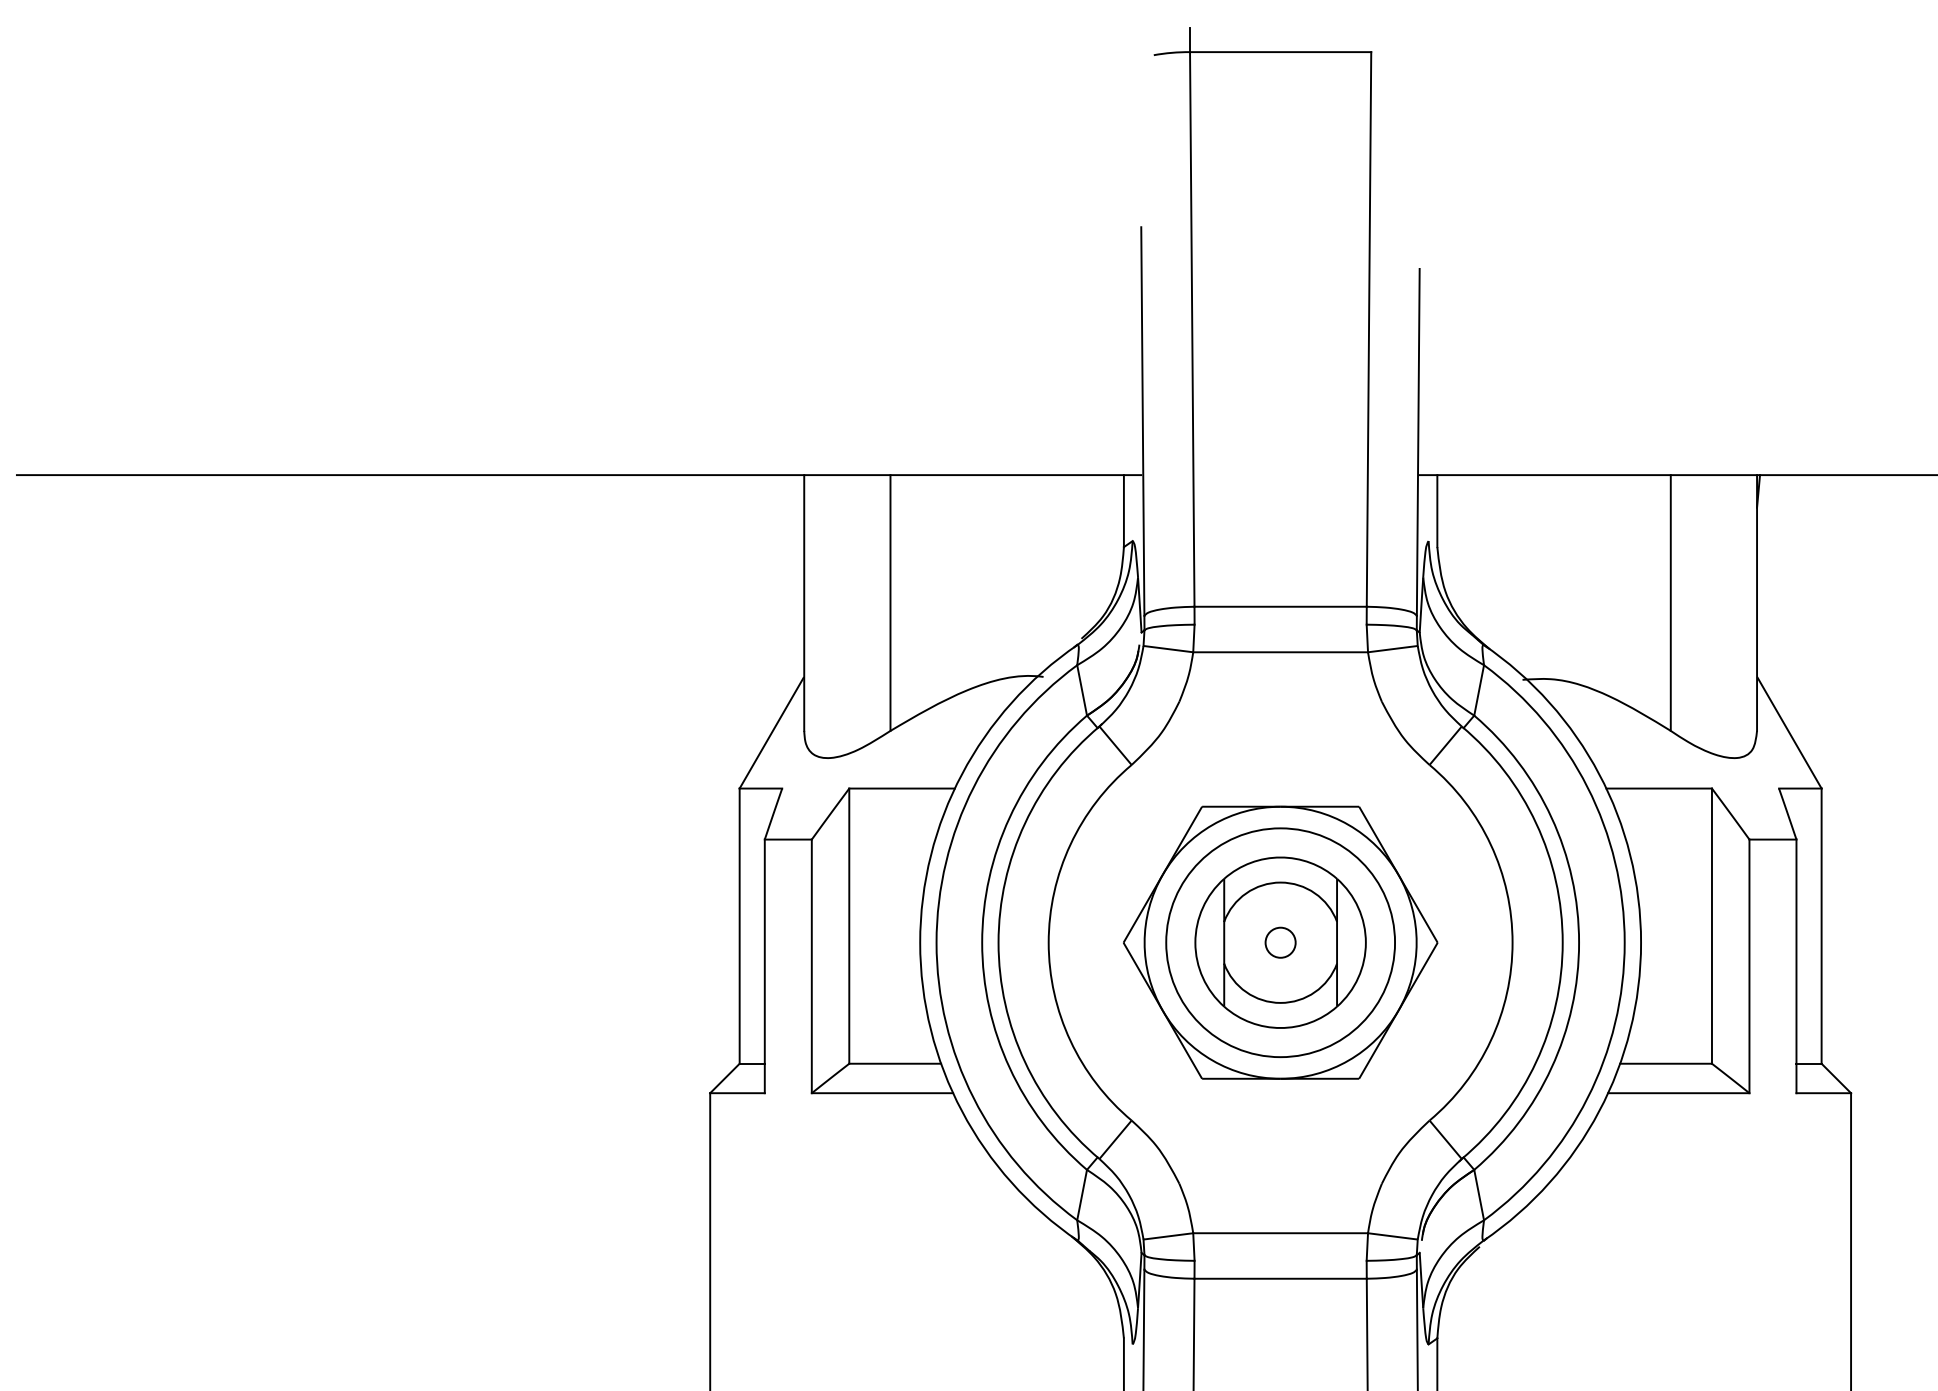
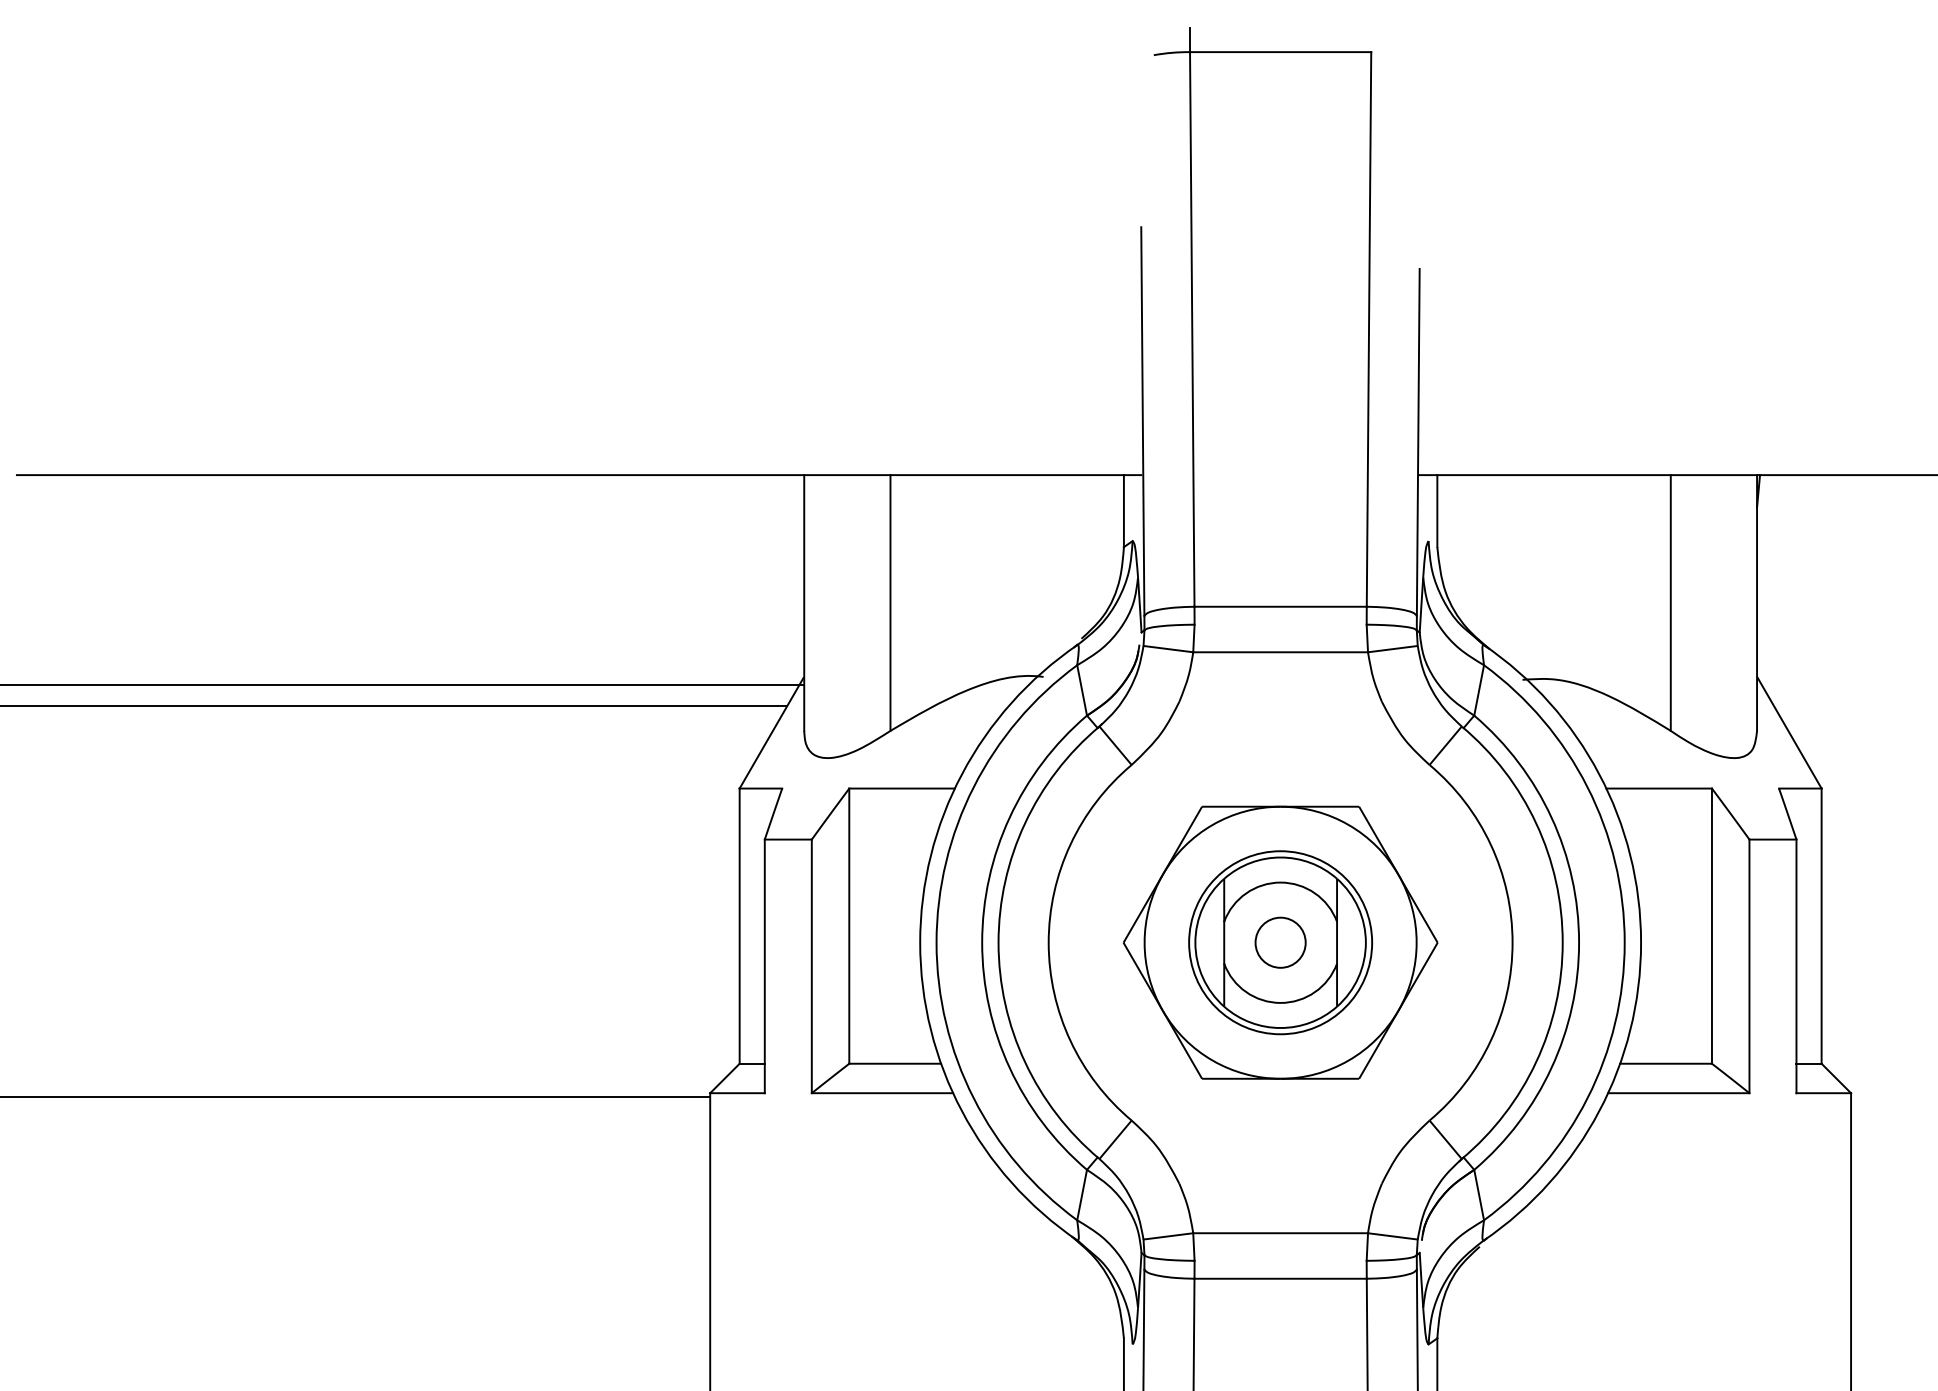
line at (403, 684): none -> present
line at (394, 706): none -> present
circle at (1280, 942) diameter: 229 px -> 183 px
circle at (1280, 942) diameter: 30 px -> 50 px
line at (356, 1096): none -> present
